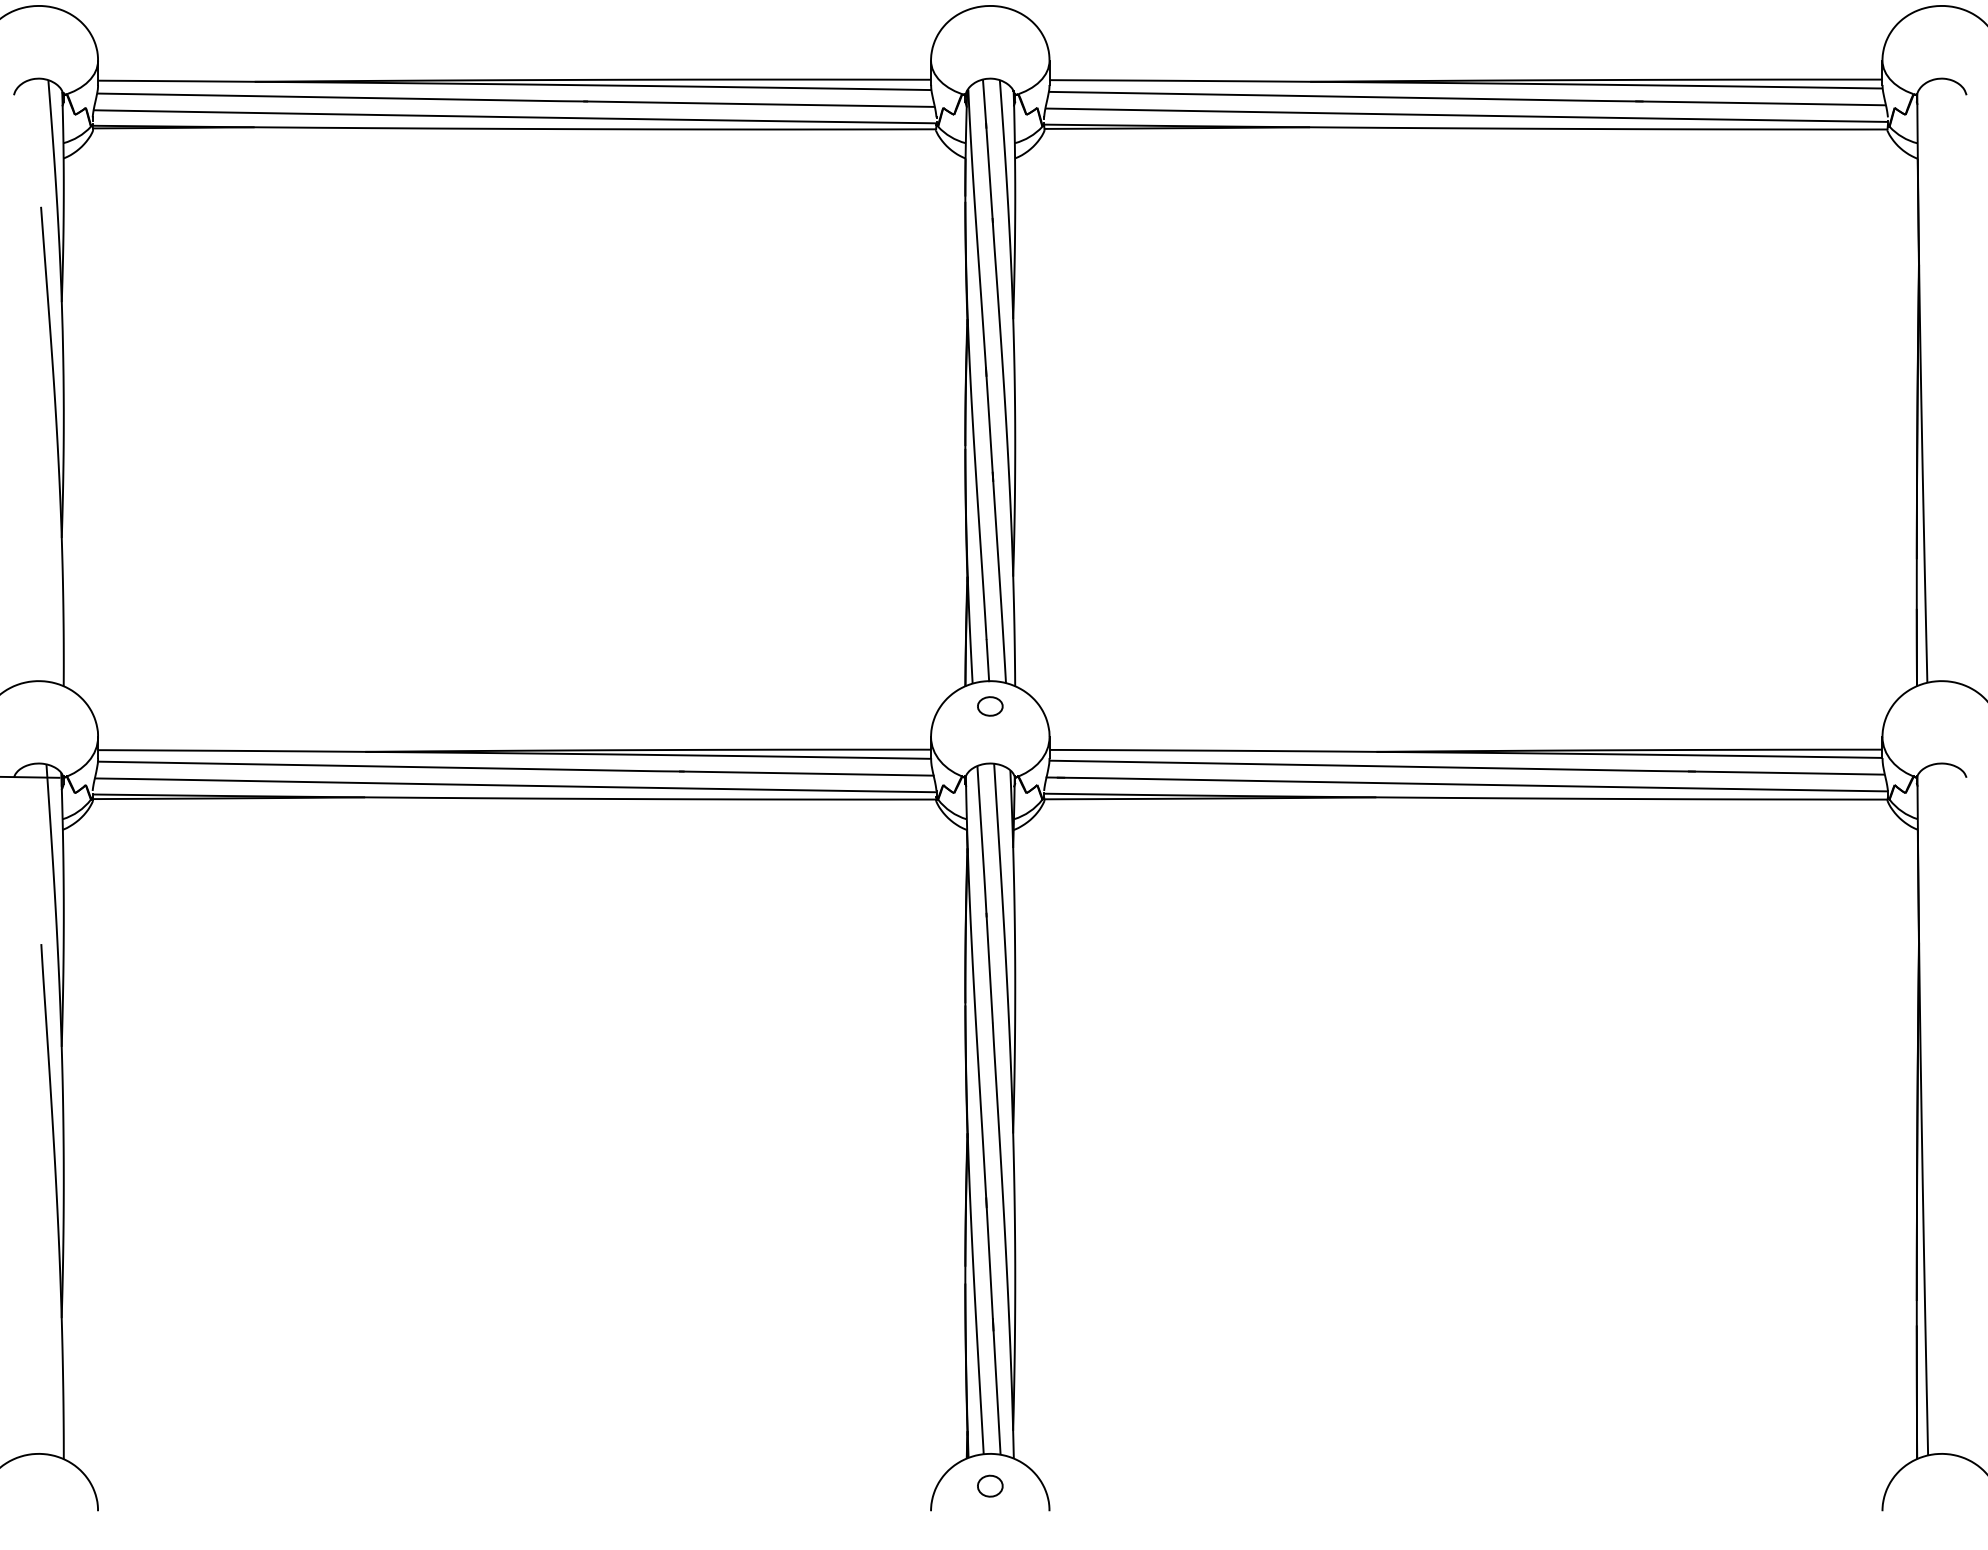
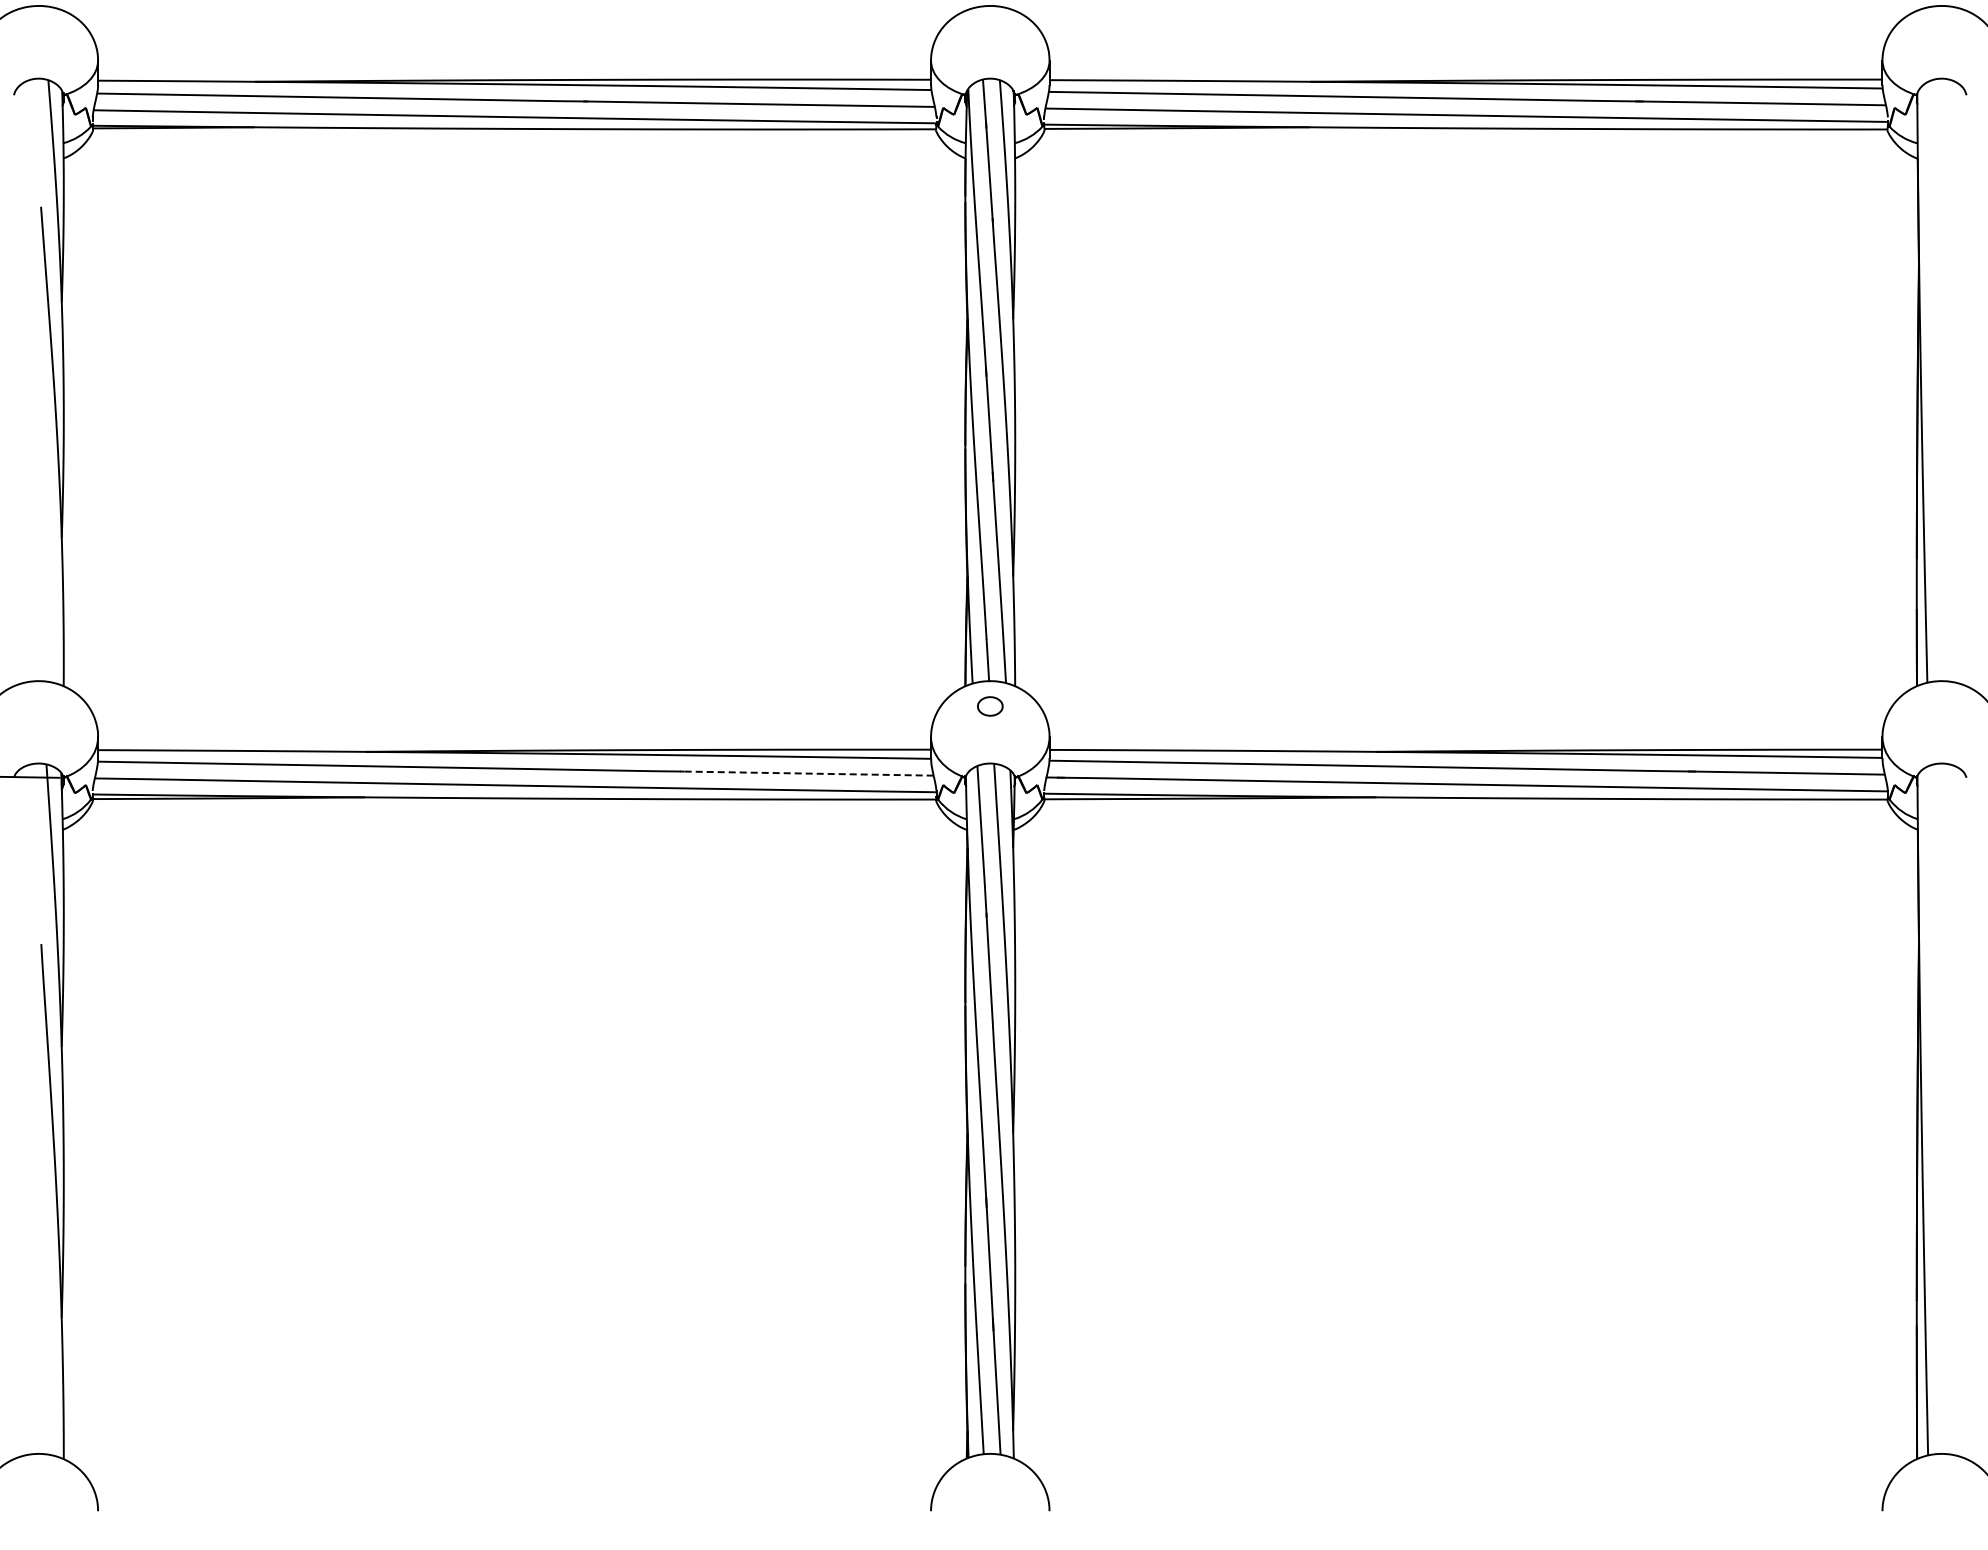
line at (806, 773): solid -> dashed
part at (990, 1485): present -> none
